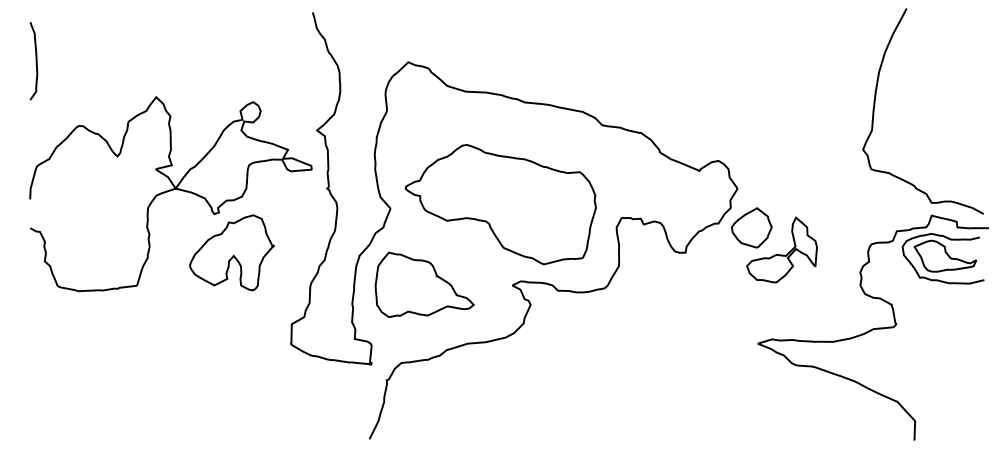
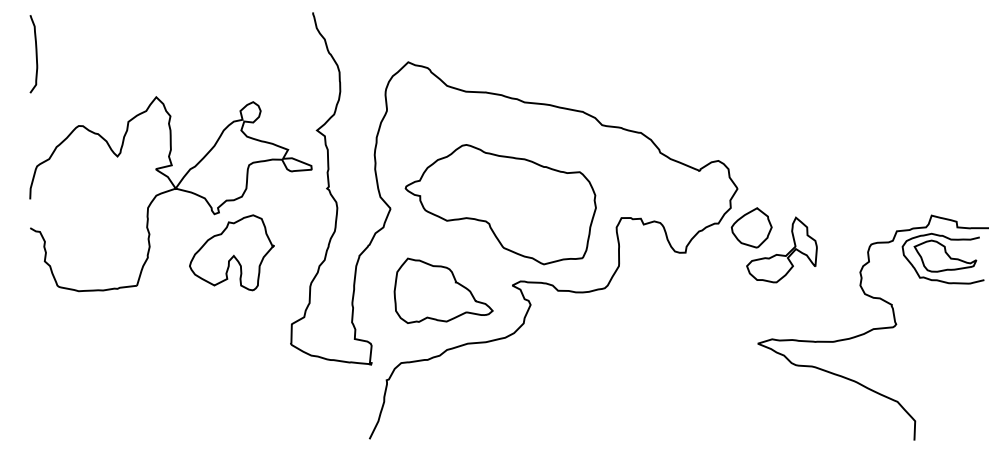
curve at (35, 61) position: (35, 61) -> (35, 54)
curve at (875, 105): present -> none
part at (424, 284) position: (424, 284) -> (443, 290)
